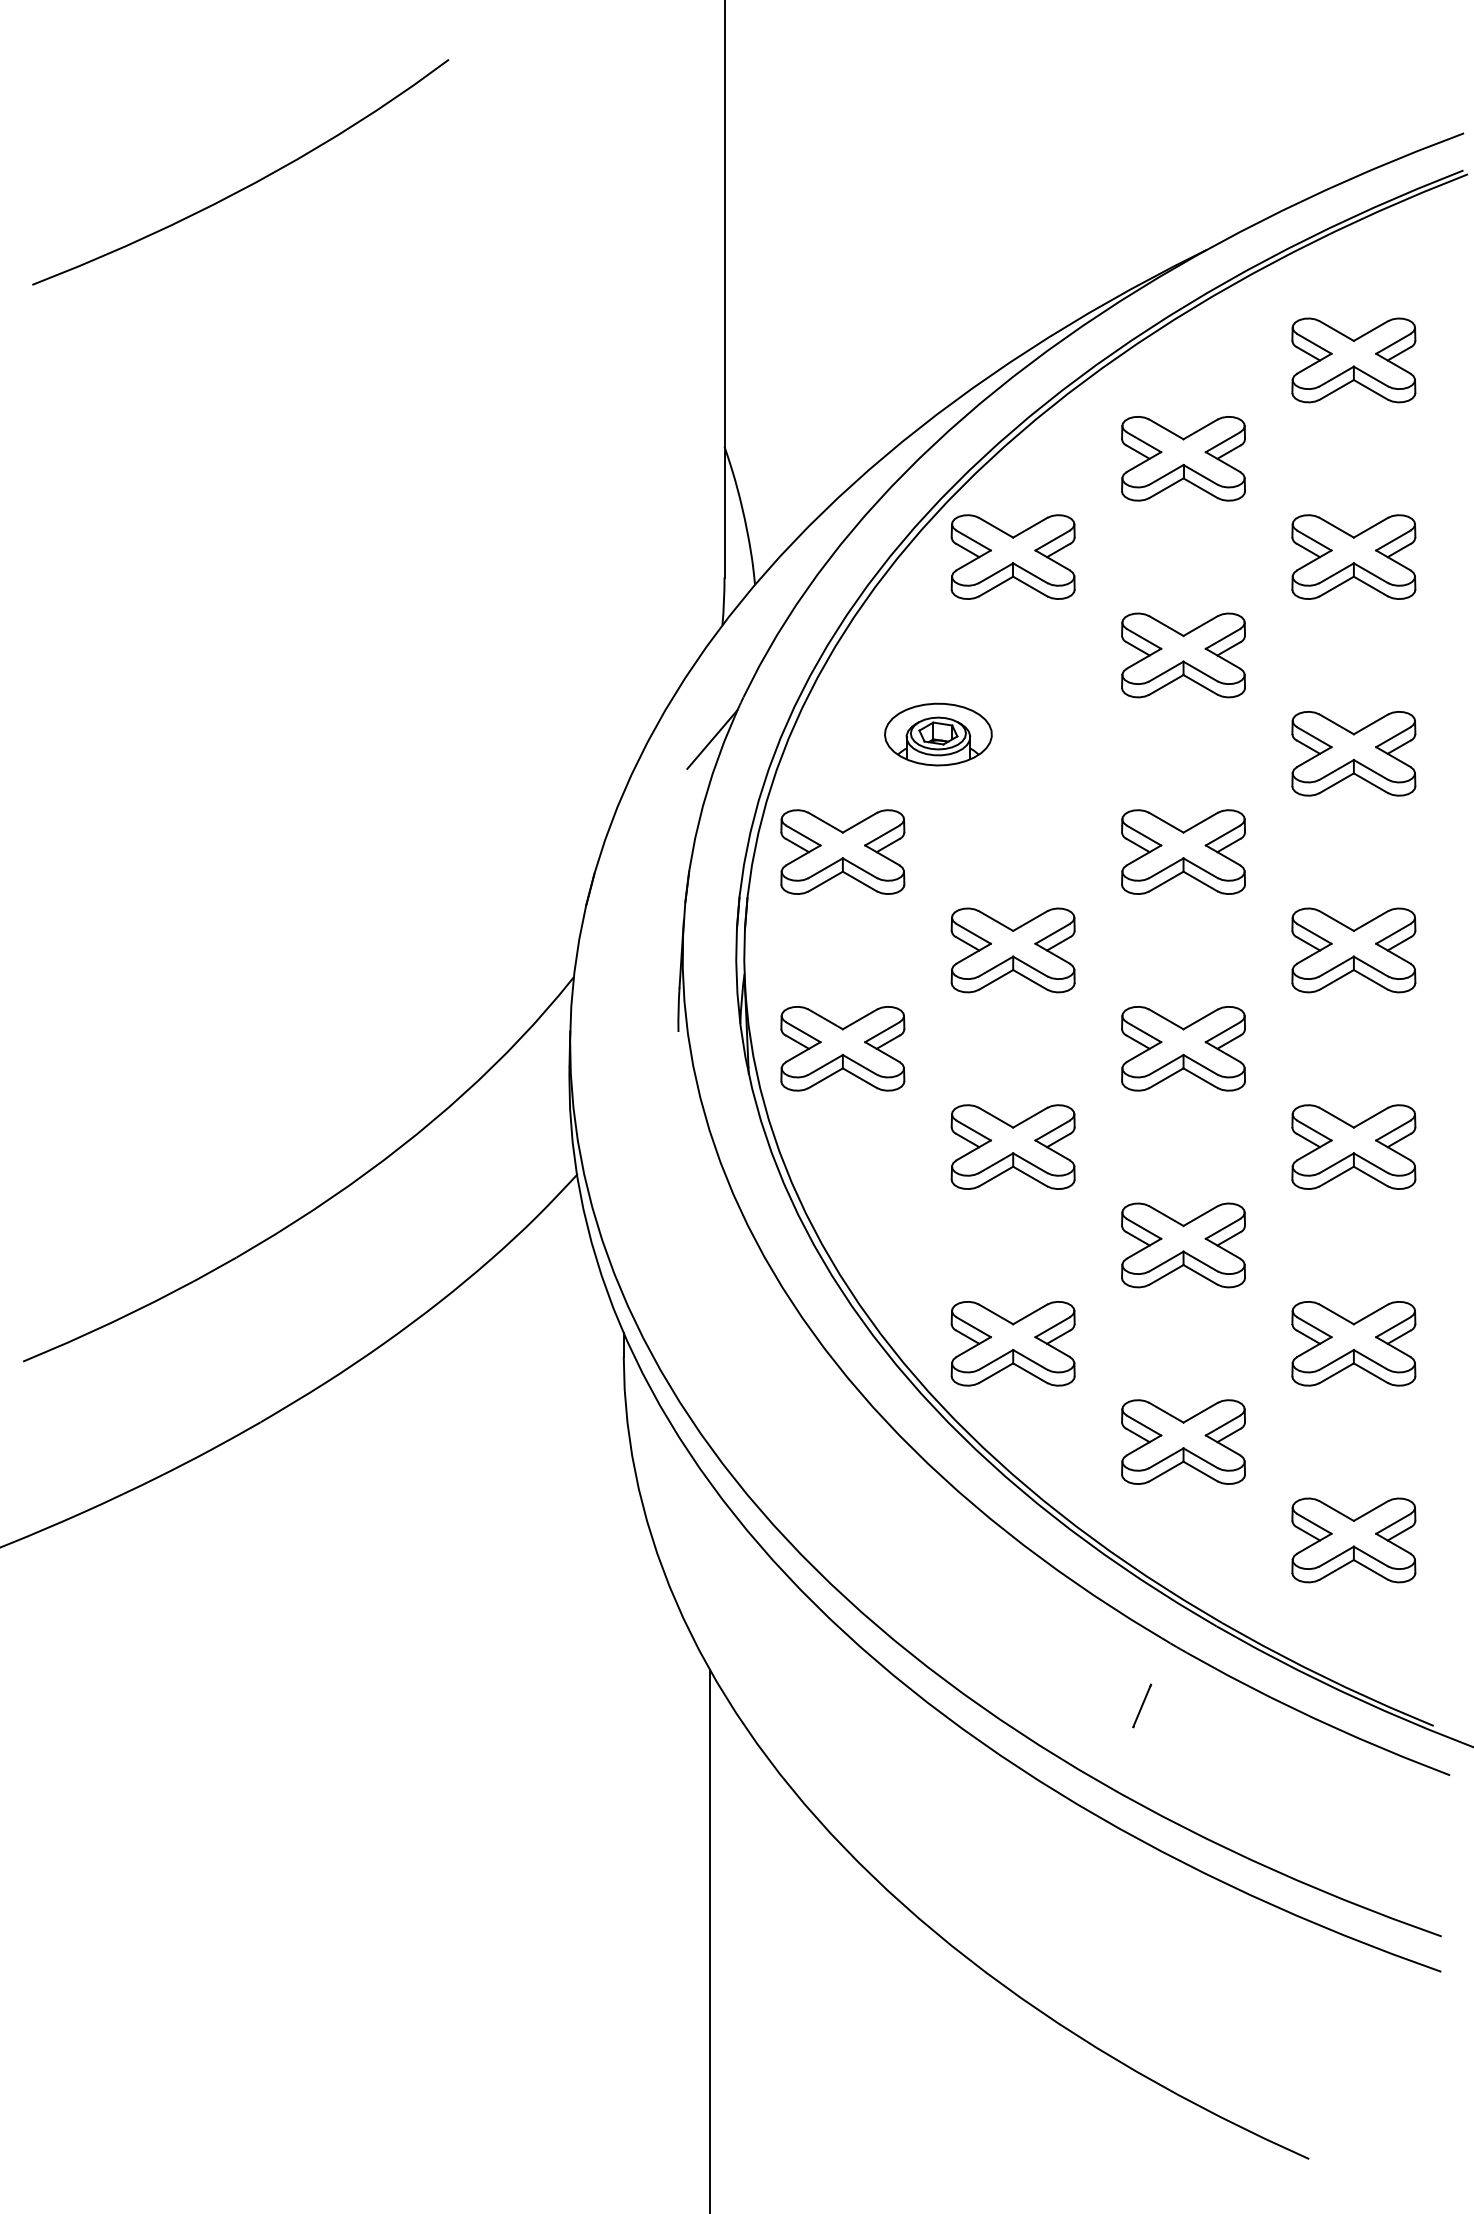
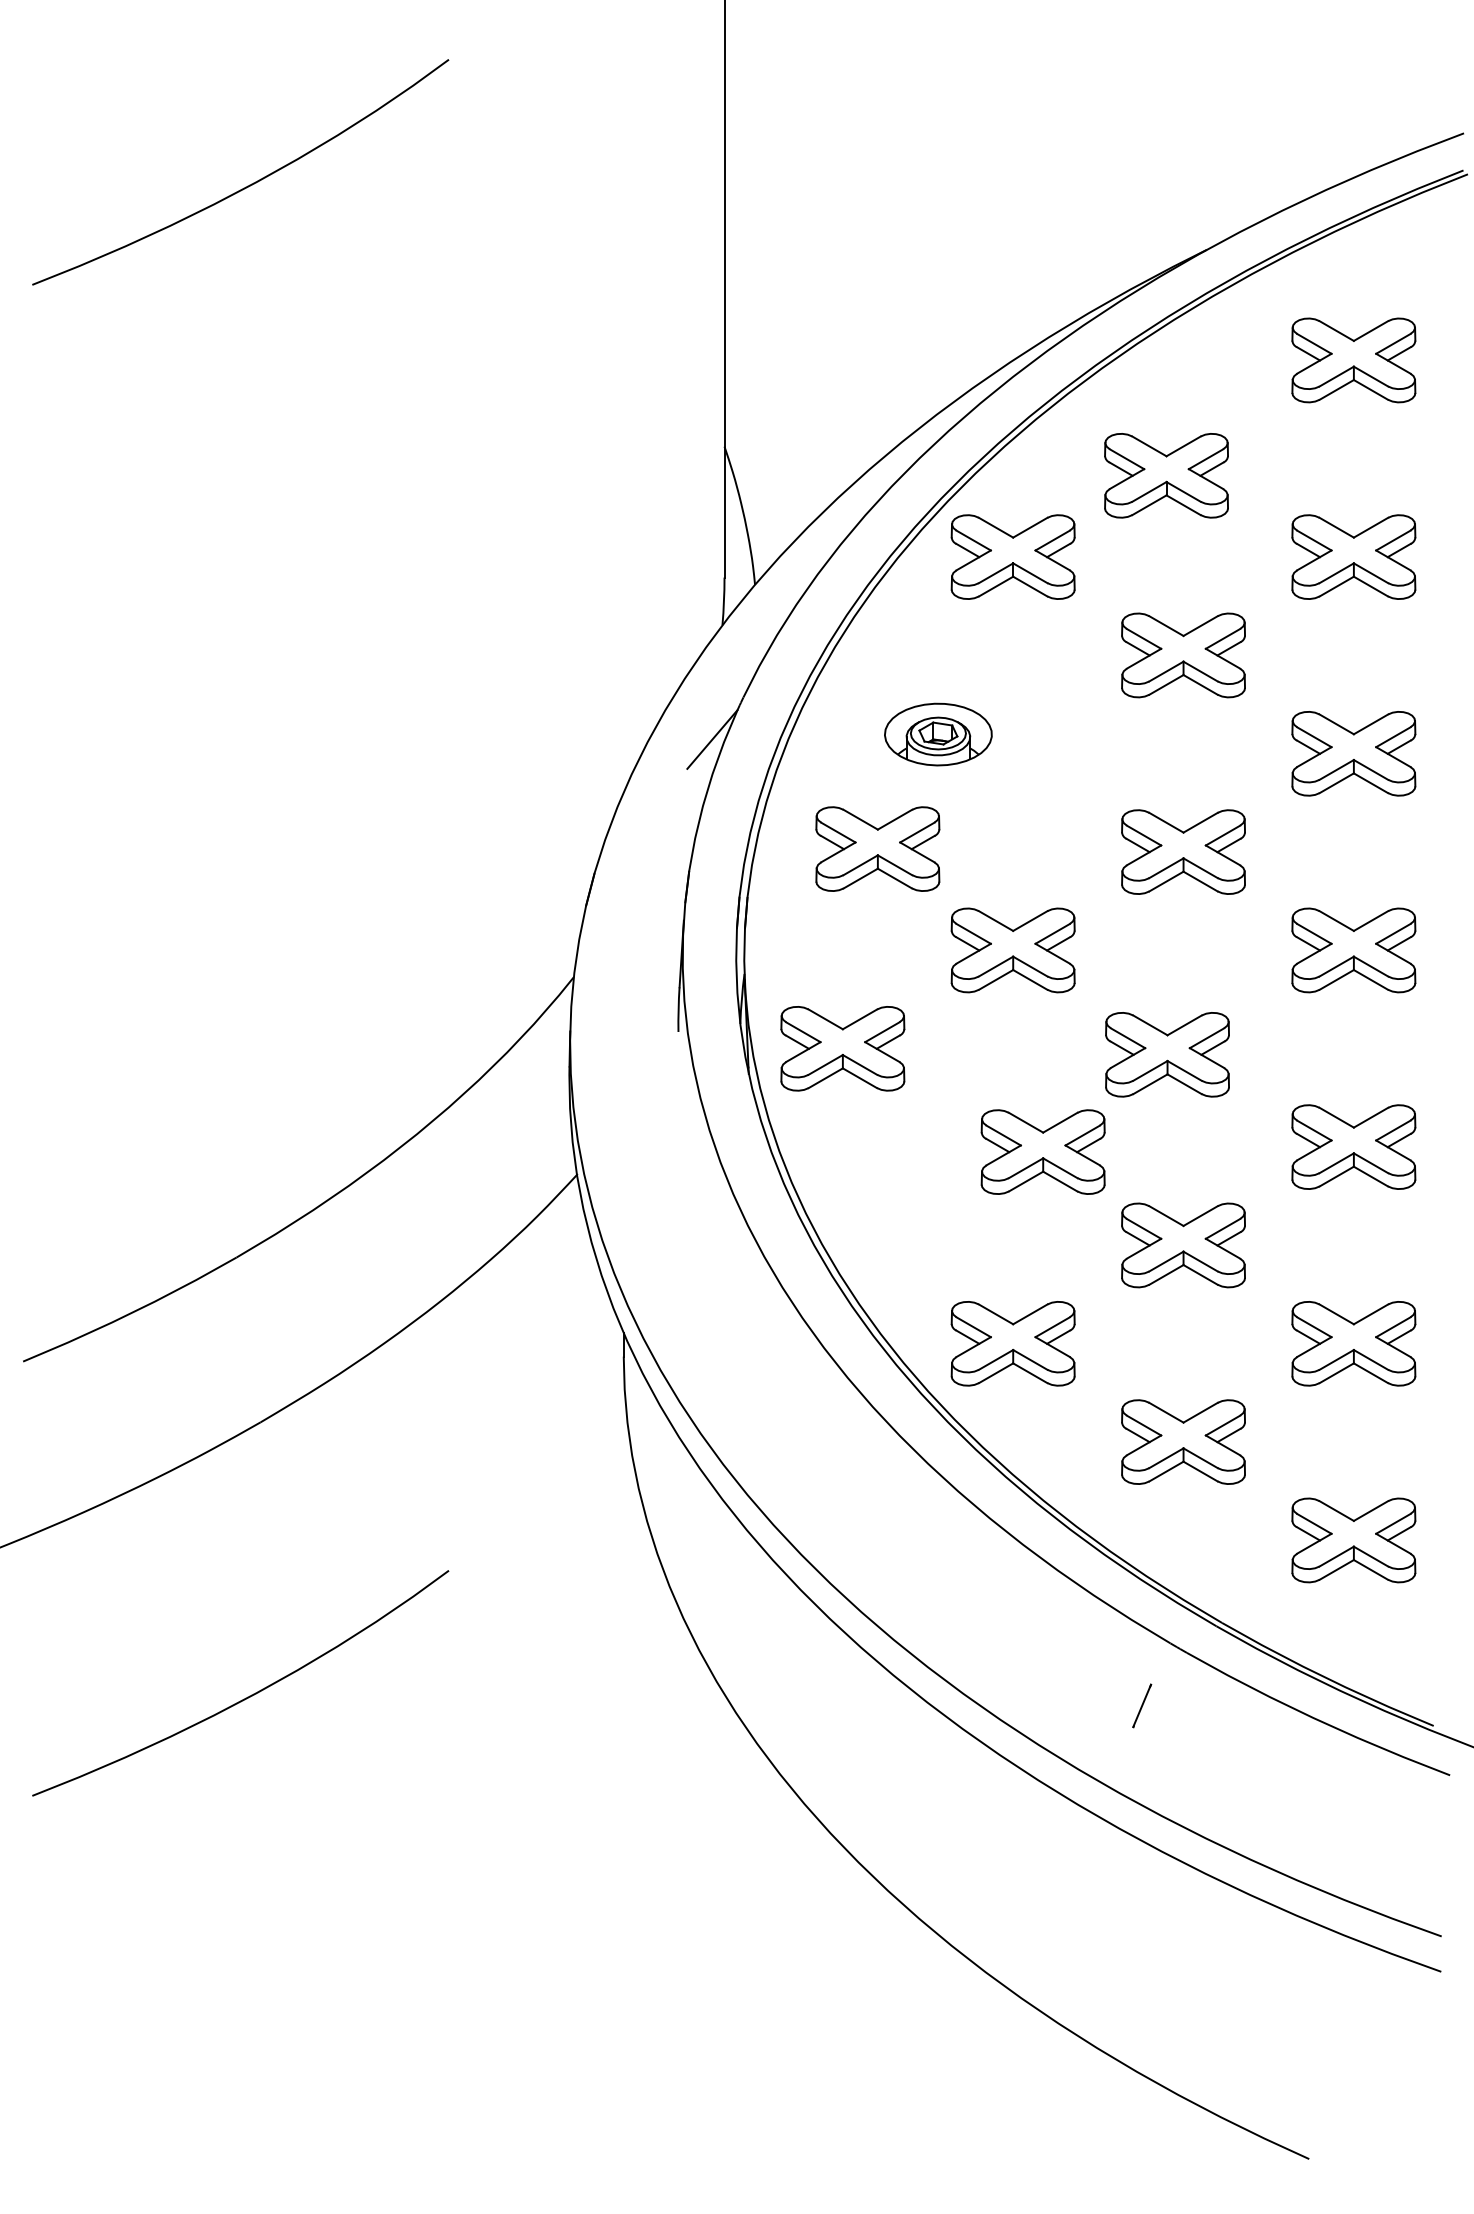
part at (1183, 458) position: (1183, 458) -> (1166, 475)
part at (842, 851) position: (842, 851) -> (877, 848)
part at (1183, 1048) position: (1183, 1048) -> (1167, 1054)
part at (1012, 1146) position: (1012, 1146) -> (1042, 1151)
curve at (247, 1696): none -> present
line at (710, 1940): present -> none
